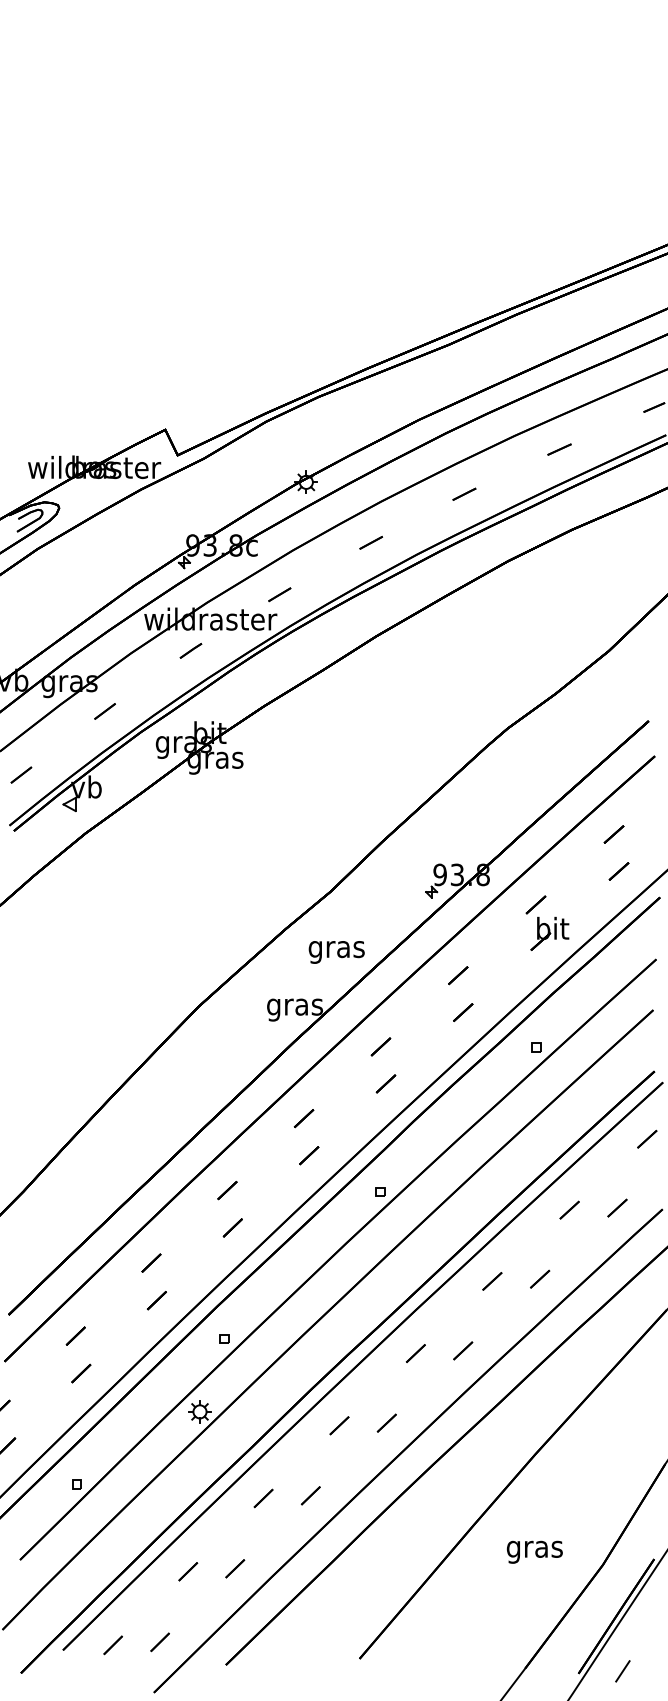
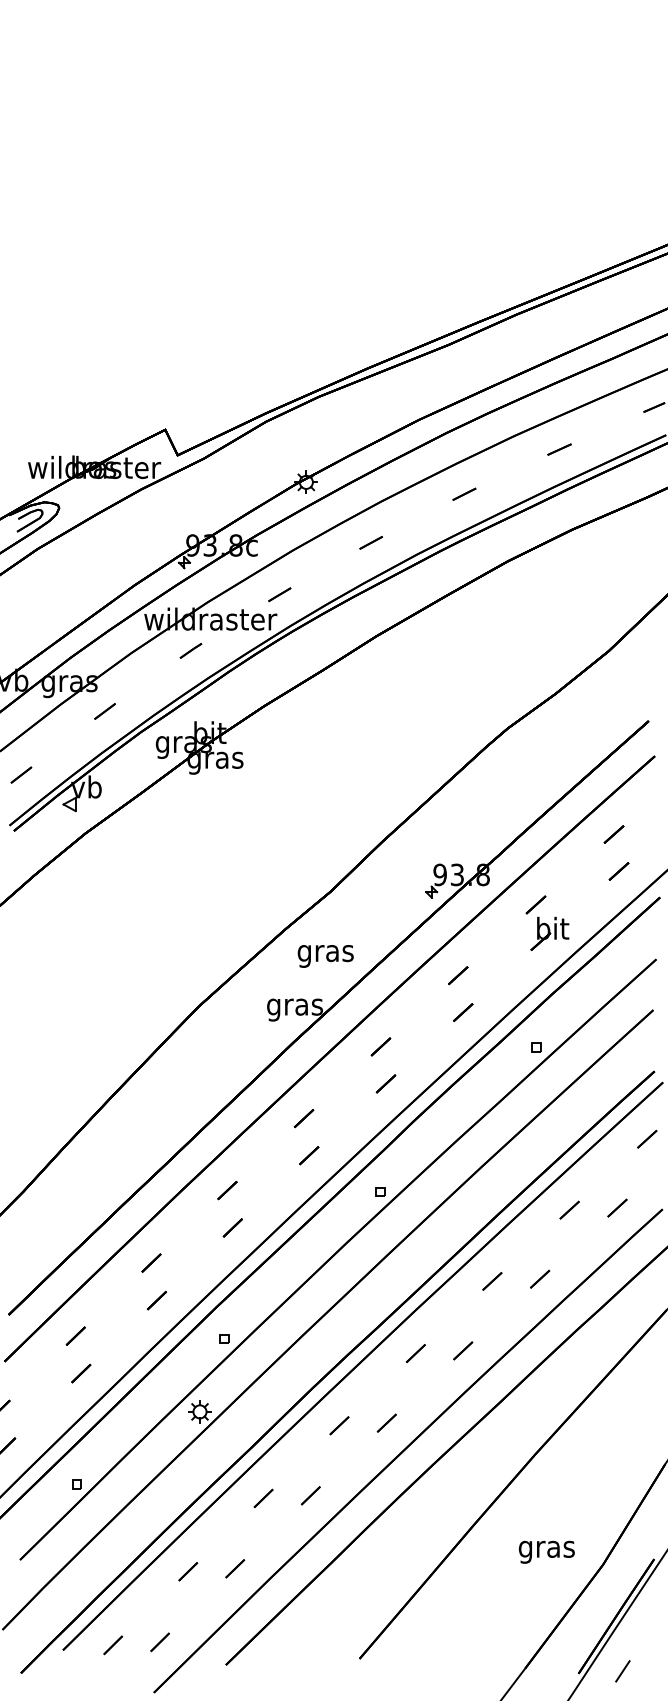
text at (336, 952) position: (336, 952) -> (325, 956)
text at (534, 1551) position: (534, 1551) -> (546, 1551)
